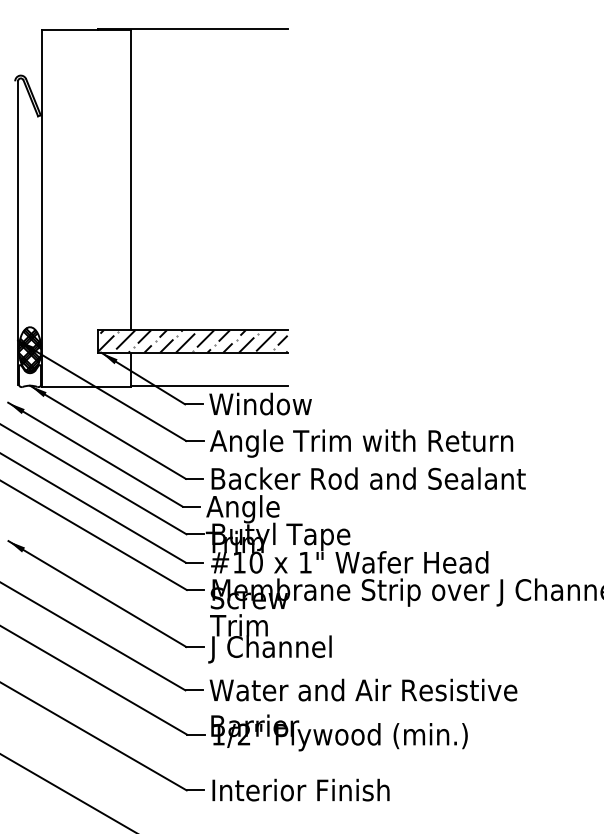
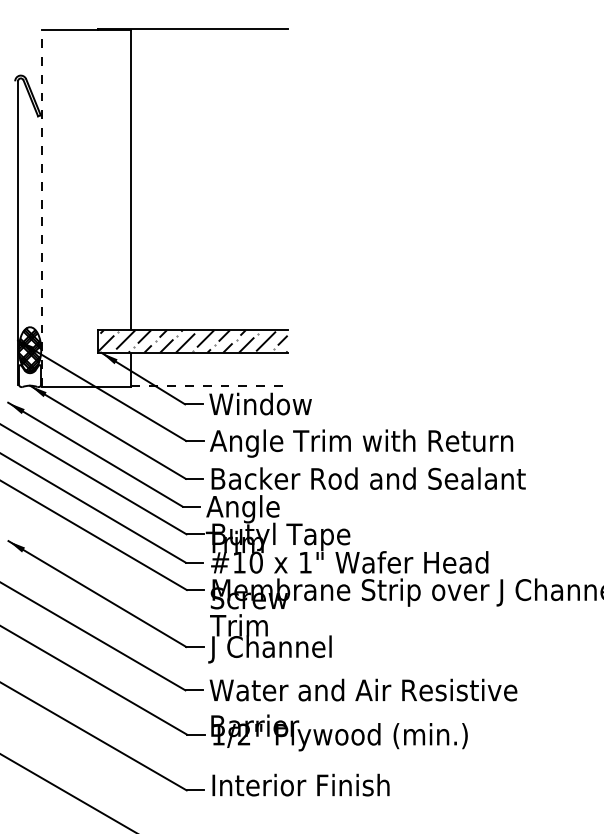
line at (42, 208): solid -> dashed
line at (209, 386): solid -> dashed
text at (300, 789) position: (300, 789) -> (300, 784)
